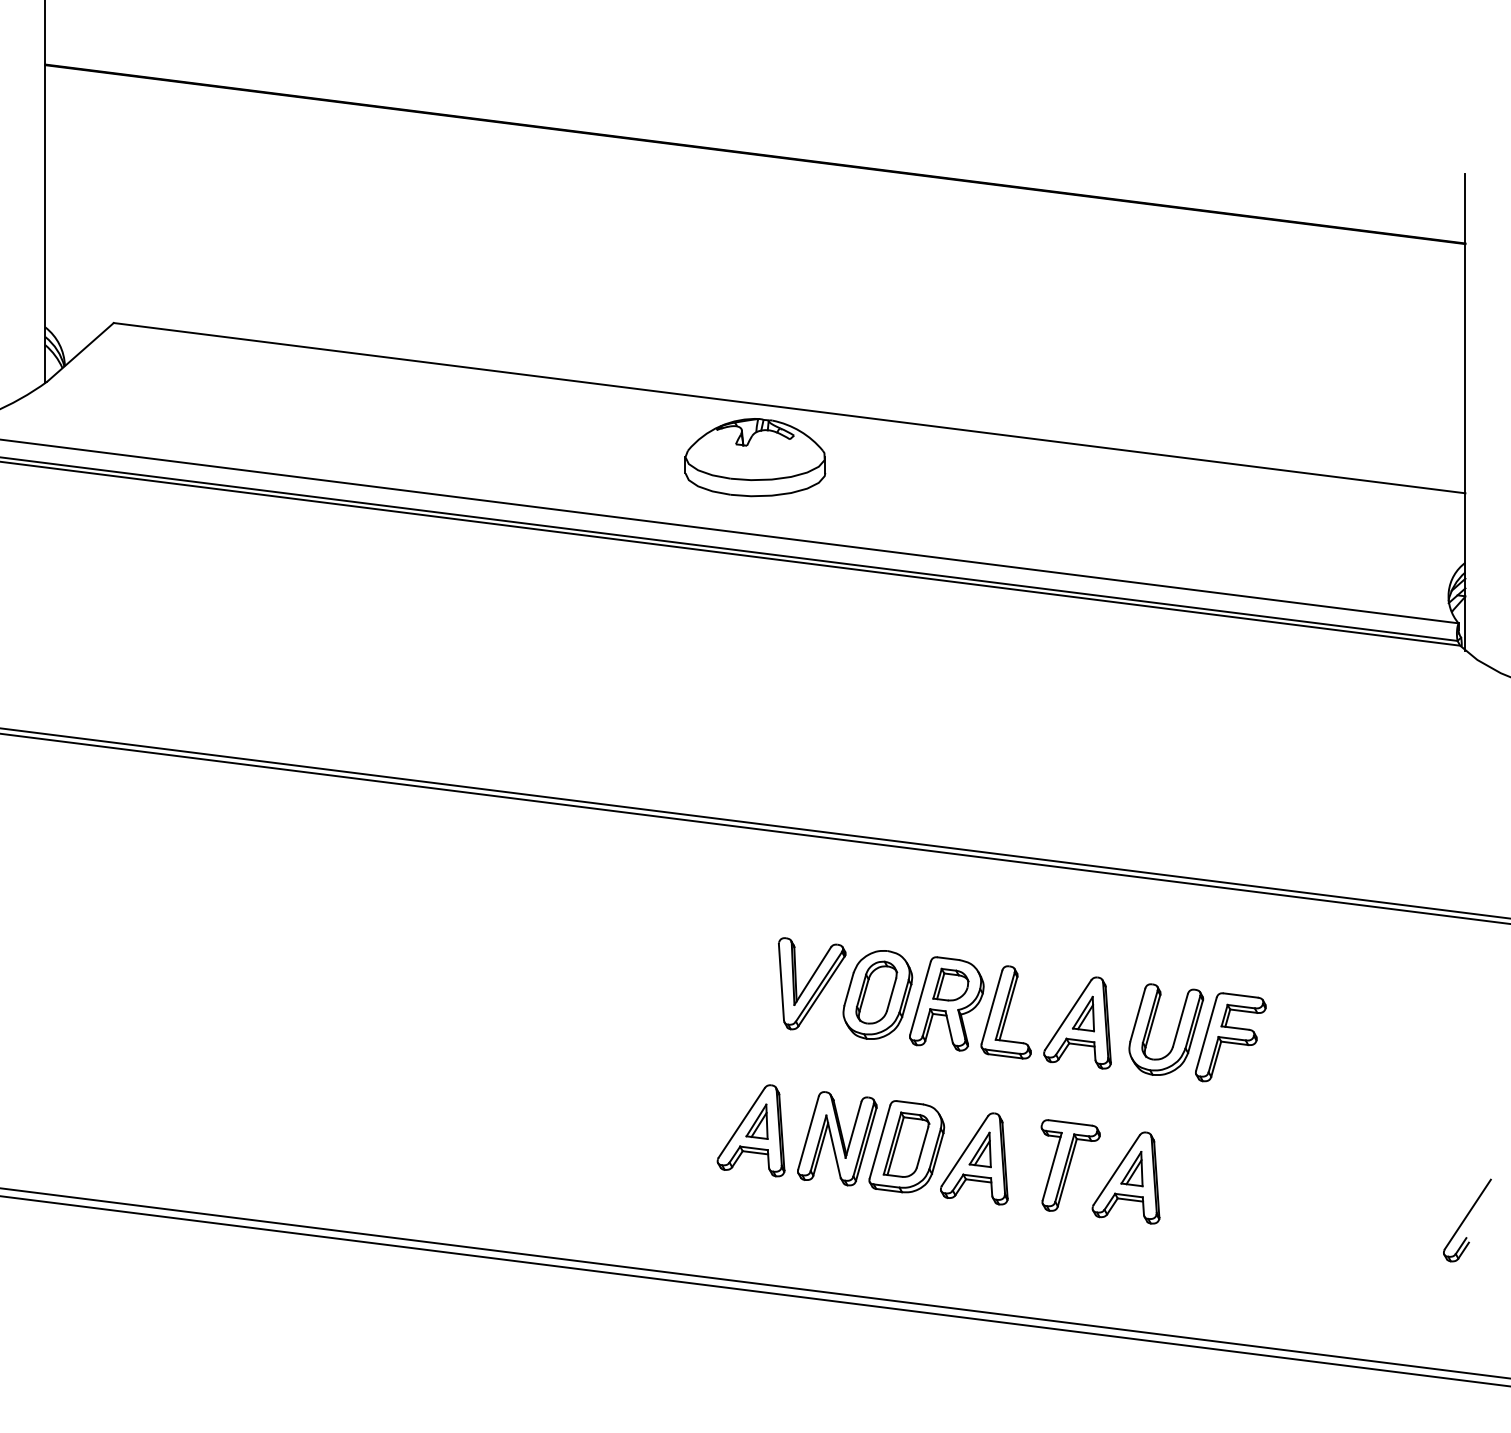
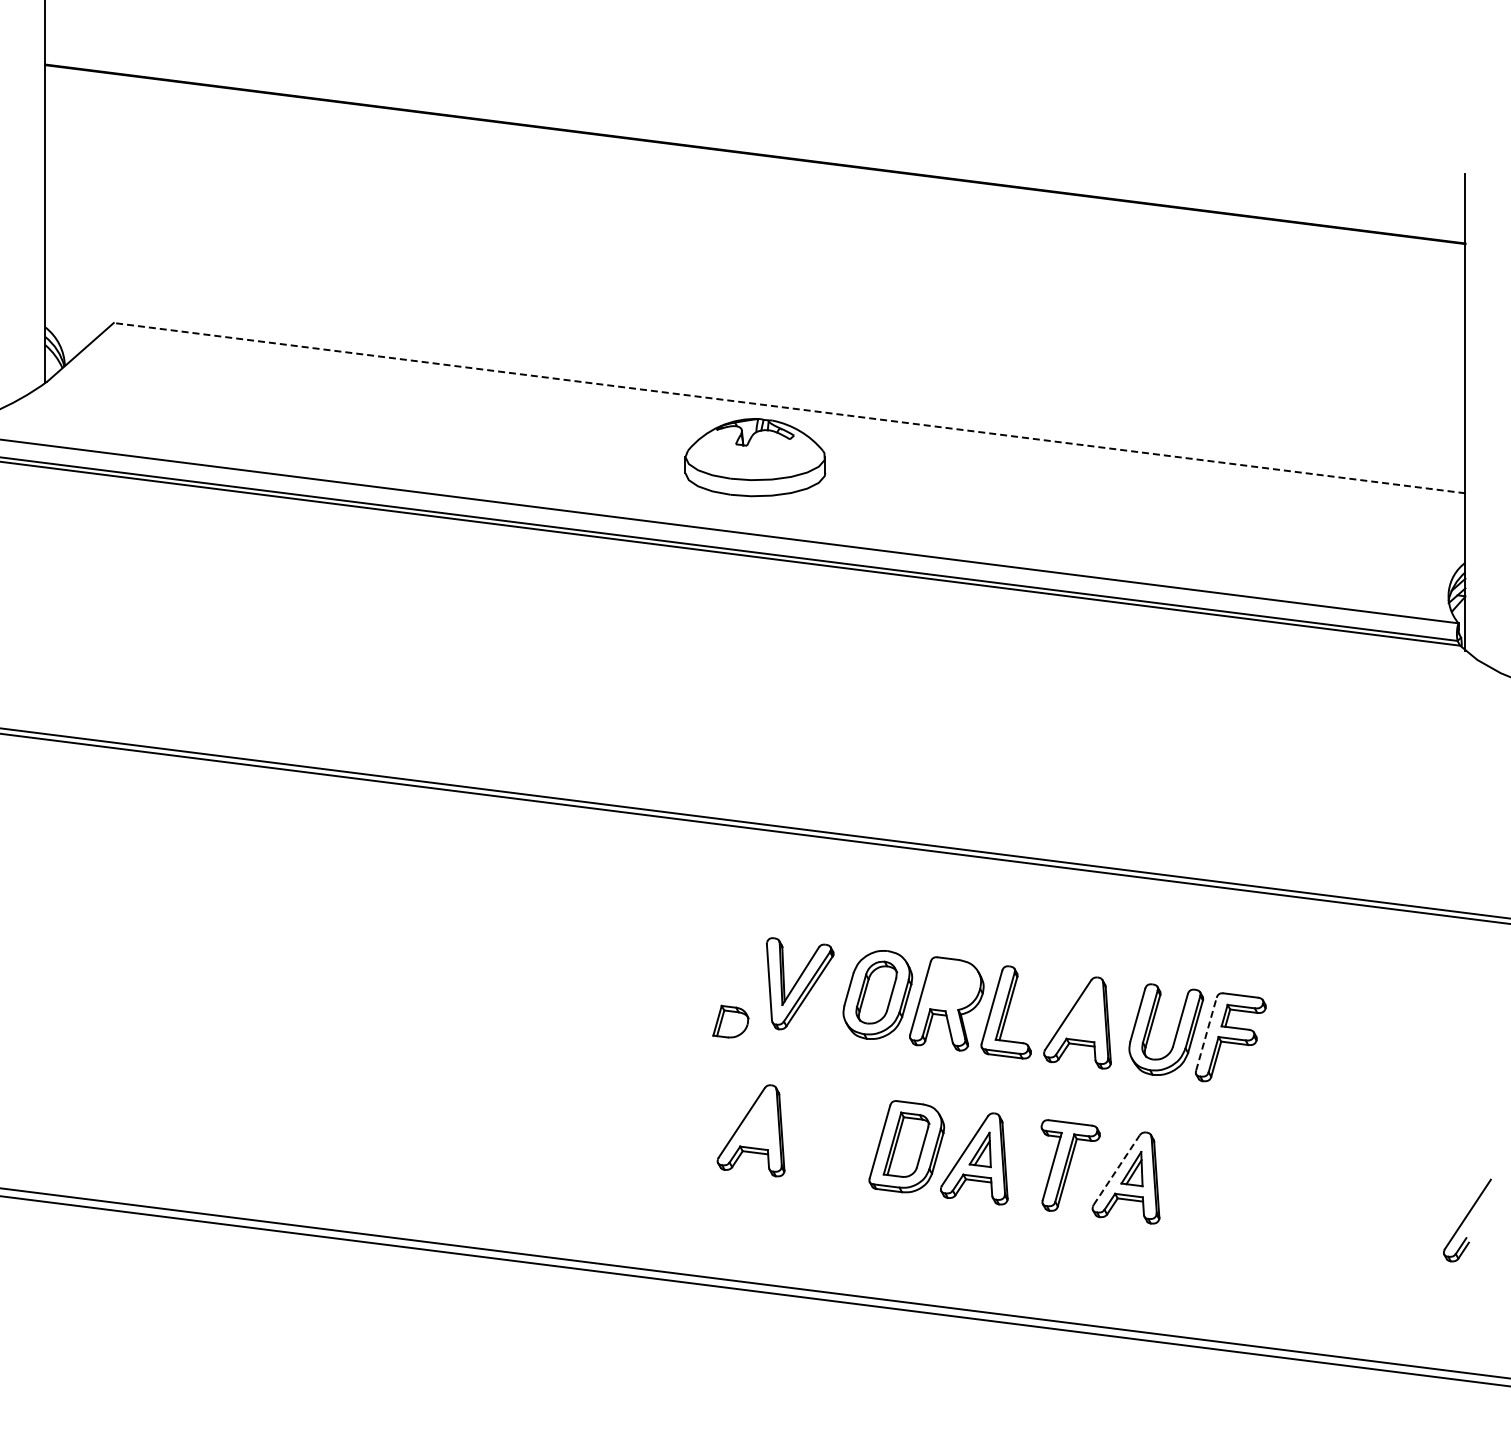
line at (789, 408): solid -> dashed
part at (812, 983) position: (812, 983) -> (800, 983)
part at (950, 984) position: (950, 984) -> (730, 1021)
part at (1083, 1013): present -> none
line at (1206, 1034): solid -> dashed
part at (756, 1121): present -> none
part at (837, 1138): present -> none
line at (1116, 1170): solid -> dashed
